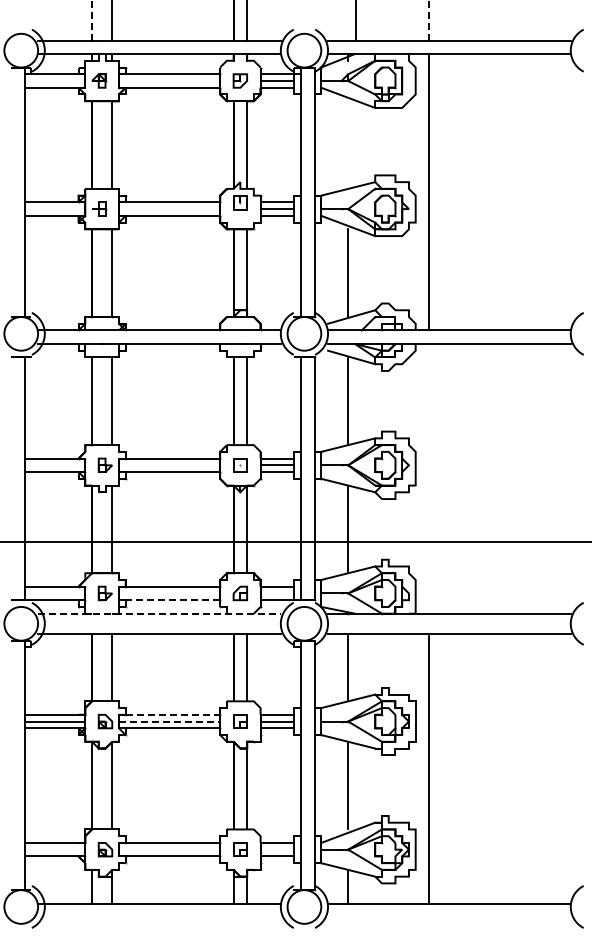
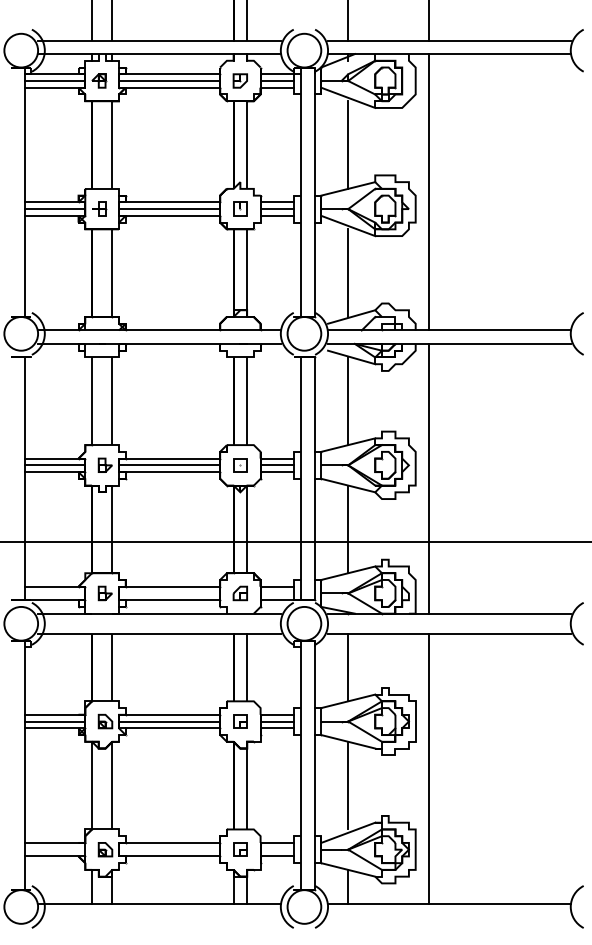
line at (92, 19): dashed -> solid
line at (429, 20): dashed -> solid
line at (356, 21) position: (356, 21) -> (348, 21)
line at (54, 81): none -> present
line at (169, 81): none -> present
line at (348, 144): none -> present
part at (240, 202) position: (240, 202) -> (240, 208)
line at (54, 209): none -> present
line at (169, 209): none -> present
line at (54, 465): none -> present
line at (169, 465): none -> present
line at (429, 478): none -> present
line at (169, 600): dashed -> solid
line at (159, 613): dashed -> solid
line at (173, 714): dashed -> solid
line at (169, 721): dashed -> solid
